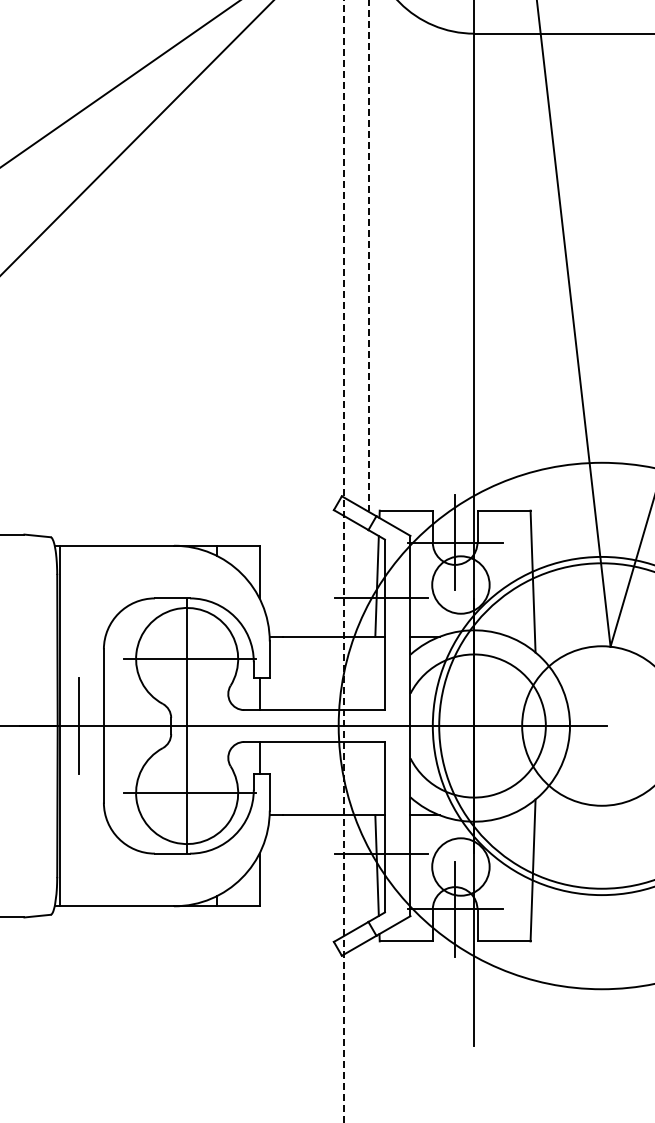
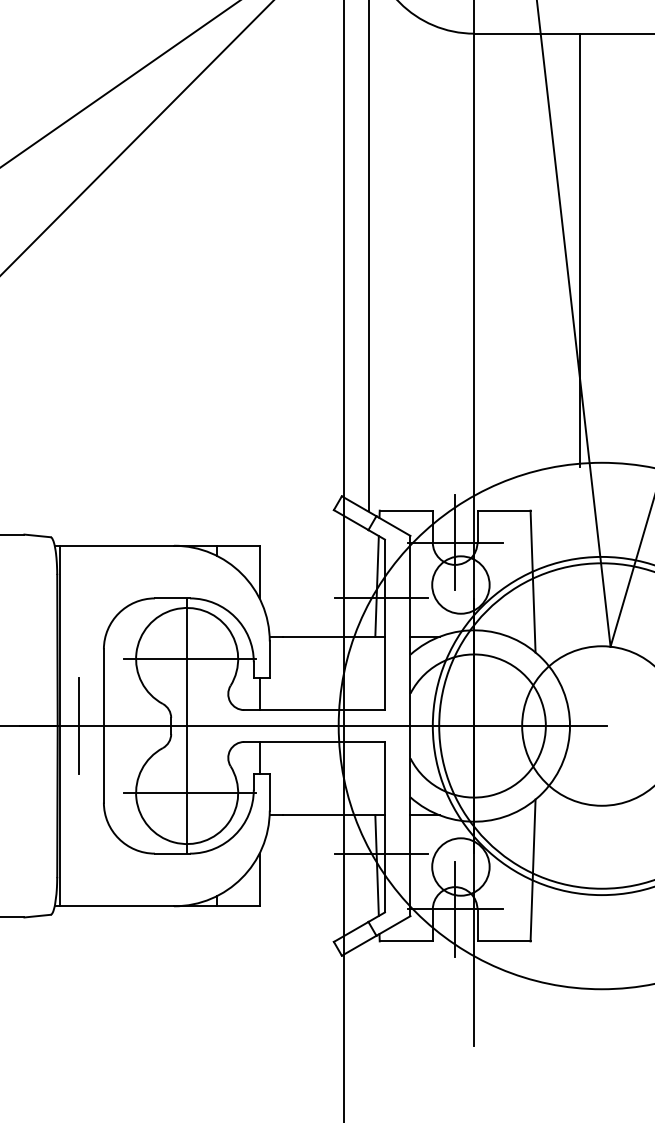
line at (579, 250): none -> present
line at (369, 255): dashed -> solid
line at (343, 561): dashed -> solid
